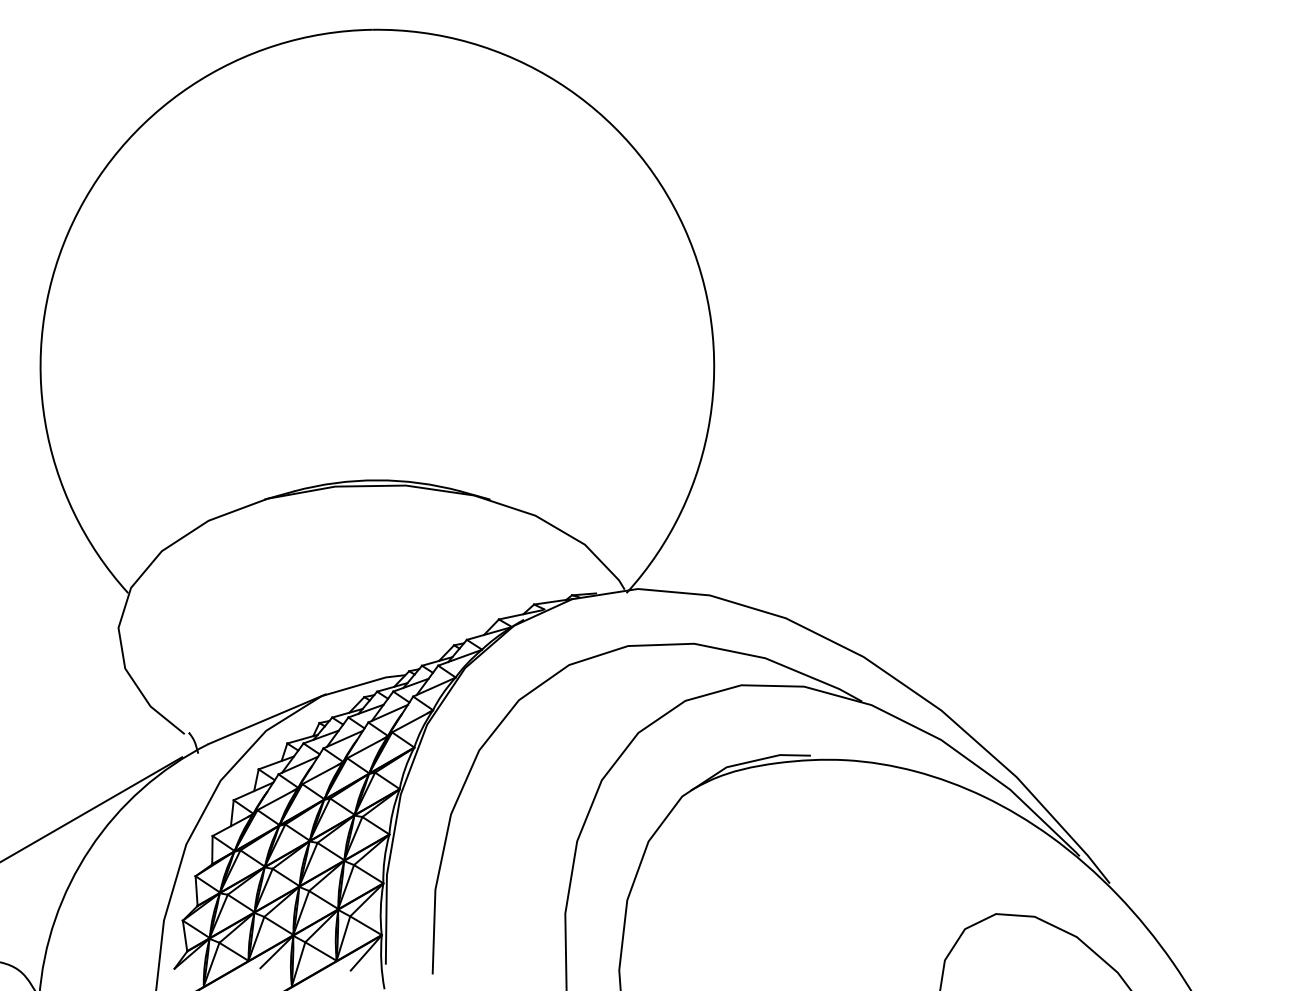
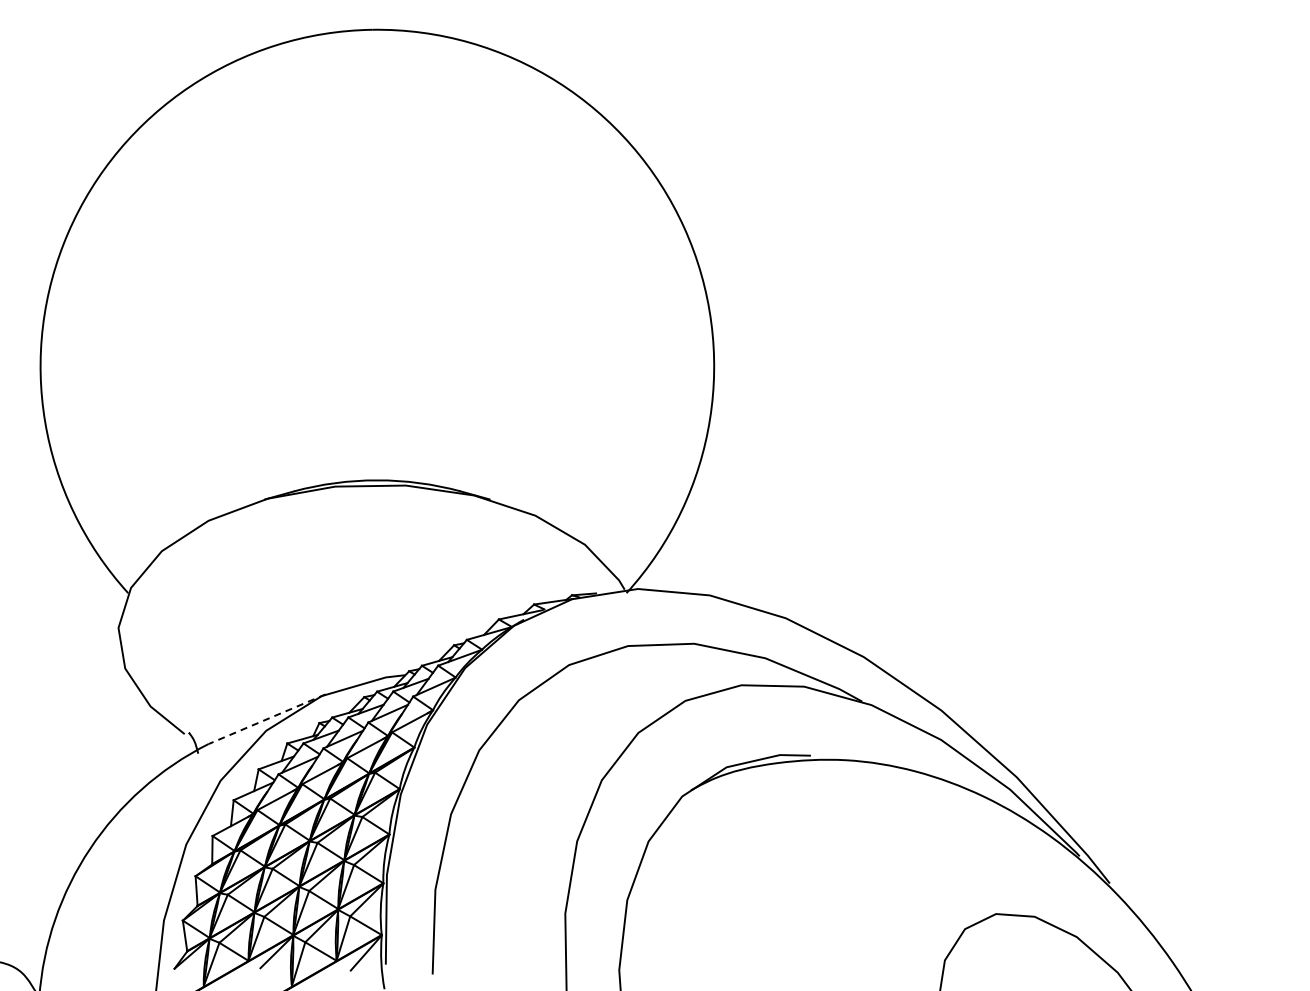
line at (267, 719): solid -> dashed
line at (92, 808): present -> none
